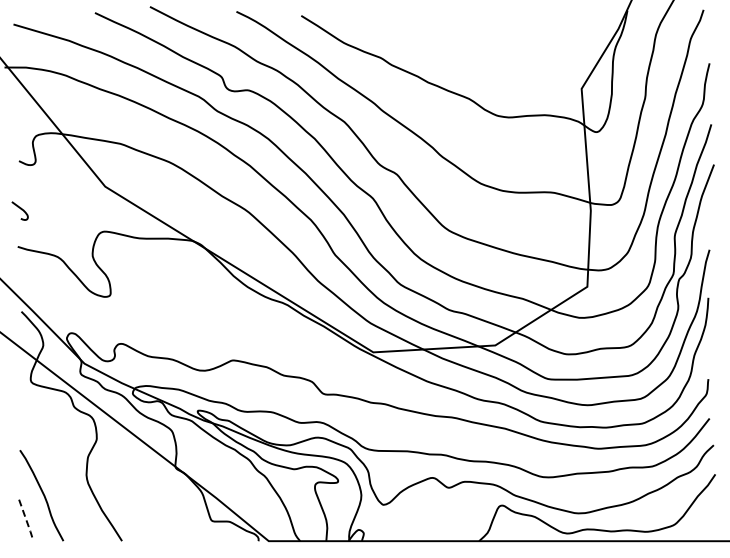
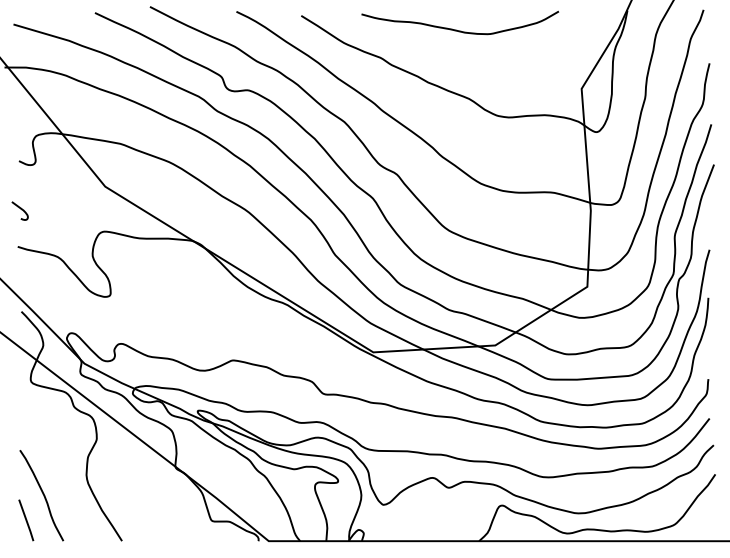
curve at (460, 30): none -> present
line at (26, 521): dashed -> solid
